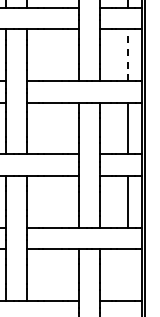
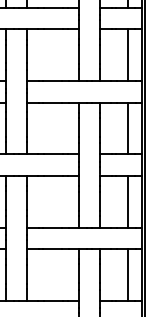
line at (127, 55): dashed -> solid
line at (127, 274): none -> present
